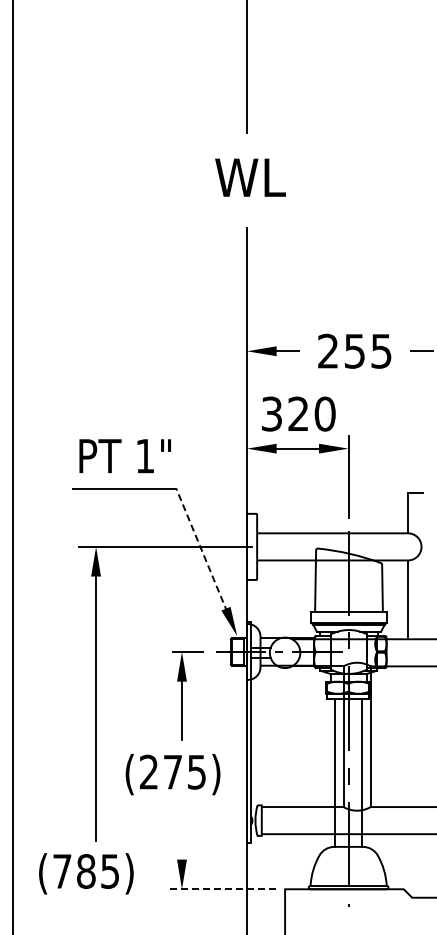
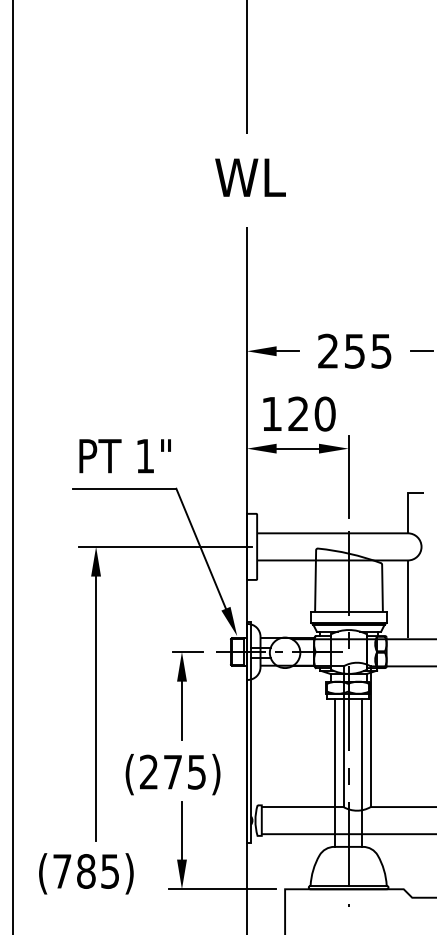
text at (271, 413): 320 -> 120
line at (201, 550): dashed -> solid
line at (181, 832): none -> present
line at (222, 889): dashed -> solid
